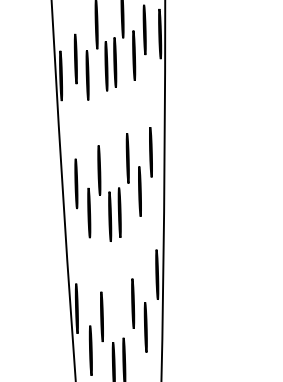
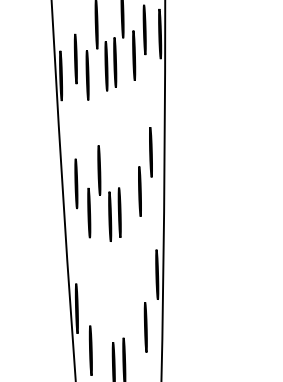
line at (127, 158): present -> none
line at (133, 303): present -> none
line at (101, 316): present -> none
